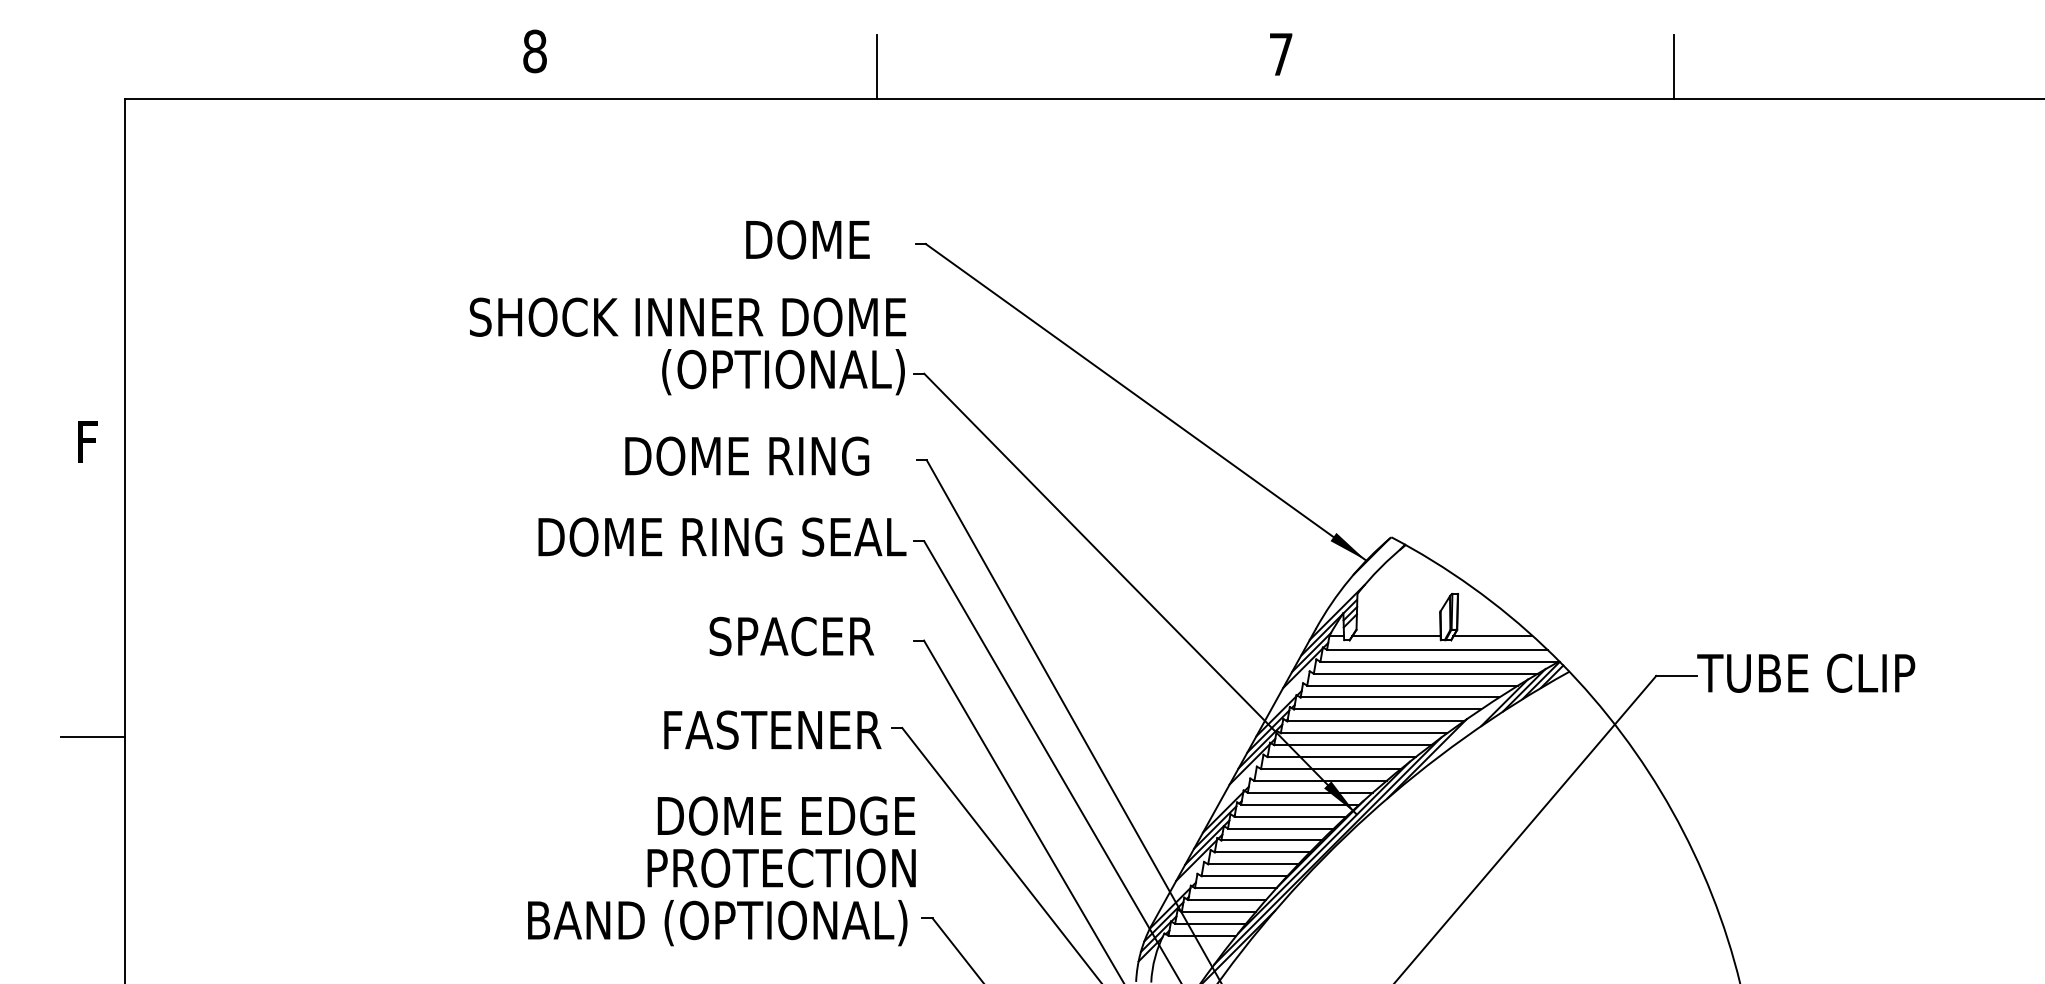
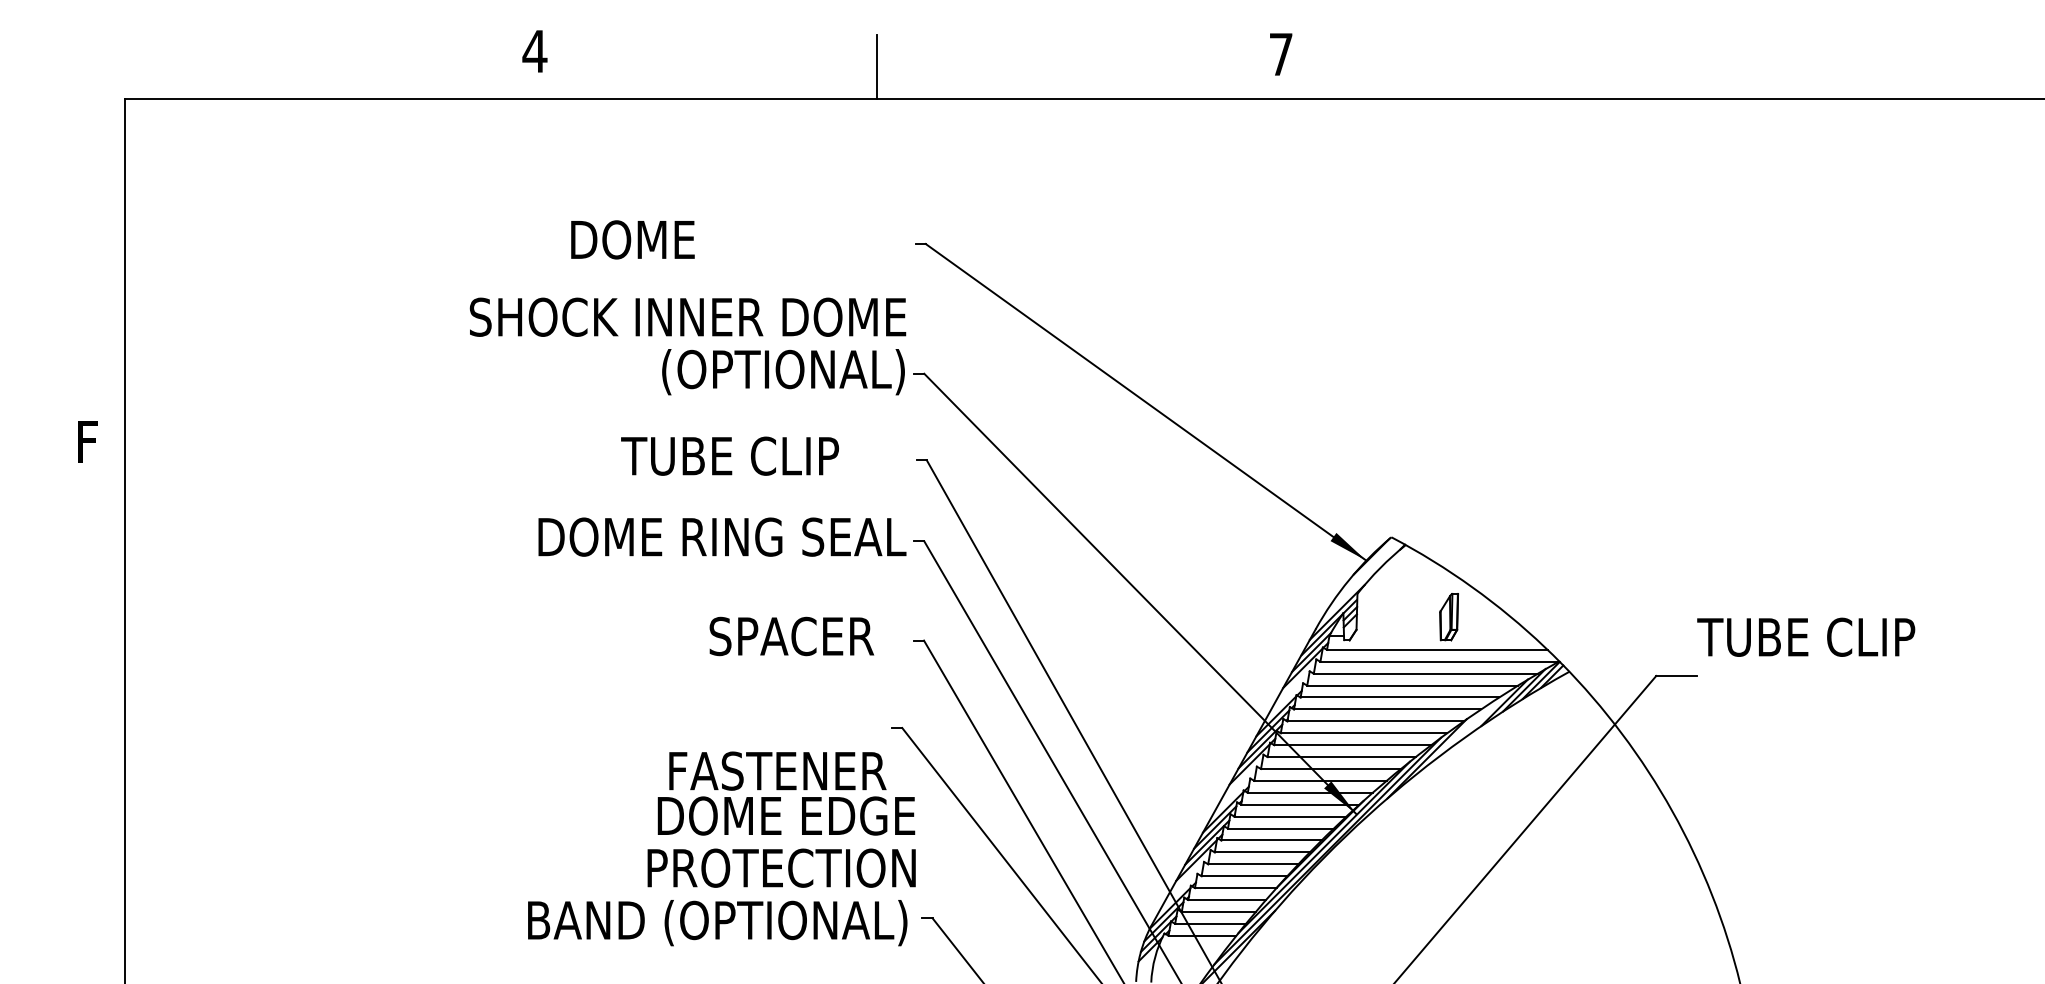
text at (534, 51): 8 -> 4
line at (1673, 67): present -> none
text at (807, 239) position: (807, 239) -> (632, 239)
text at (745, 455): DOME RING -> TUBE CLIP
line at (1395, 635): present -> none
line at (1492, 635): present -> none
text at (1806, 672) position: (1806, 672) -> (1806, 636)
text at (772, 729) position: (772, 729) -> (777, 770)
line at (93, 736): present -> none
